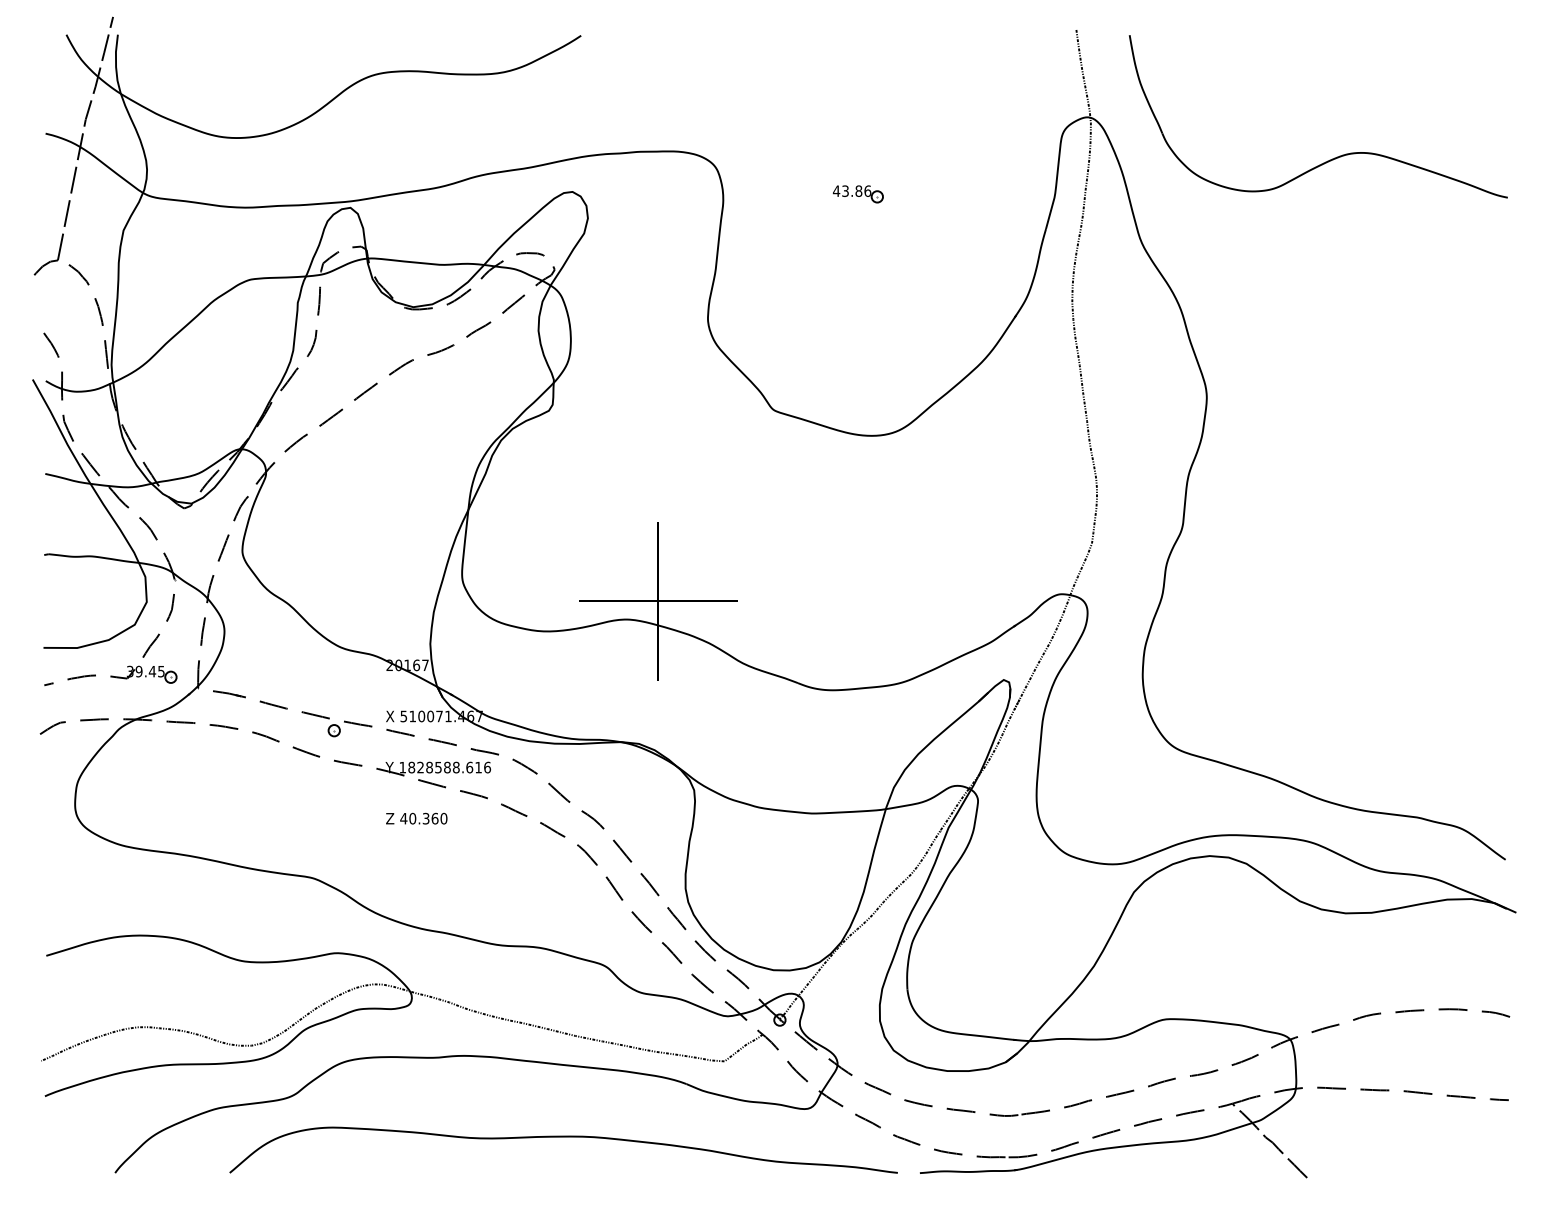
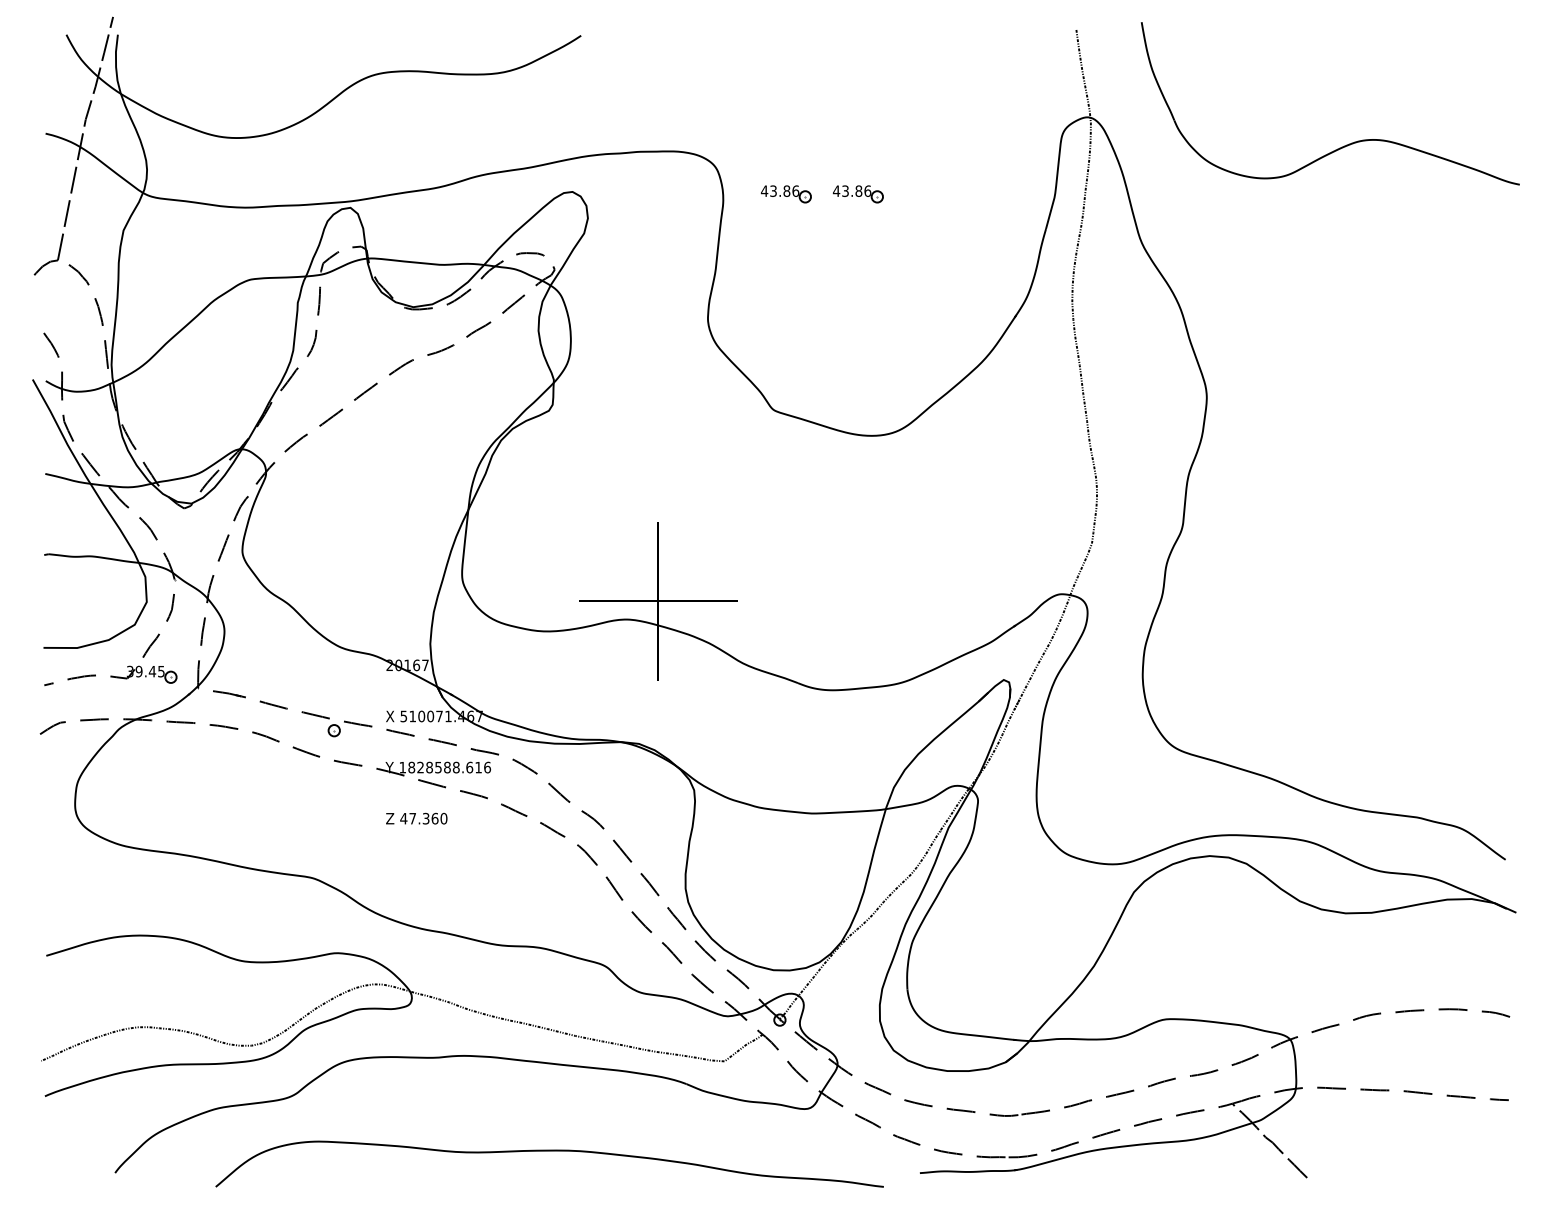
part at (1334, 157) position: (1334, 157) -> (1346, 144)
part at (786, 194): none -> present
text at (412, 818): 40.360 -> 47.360
curve at (563, 1137) position: (563, 1137) -> (549, 1151)
